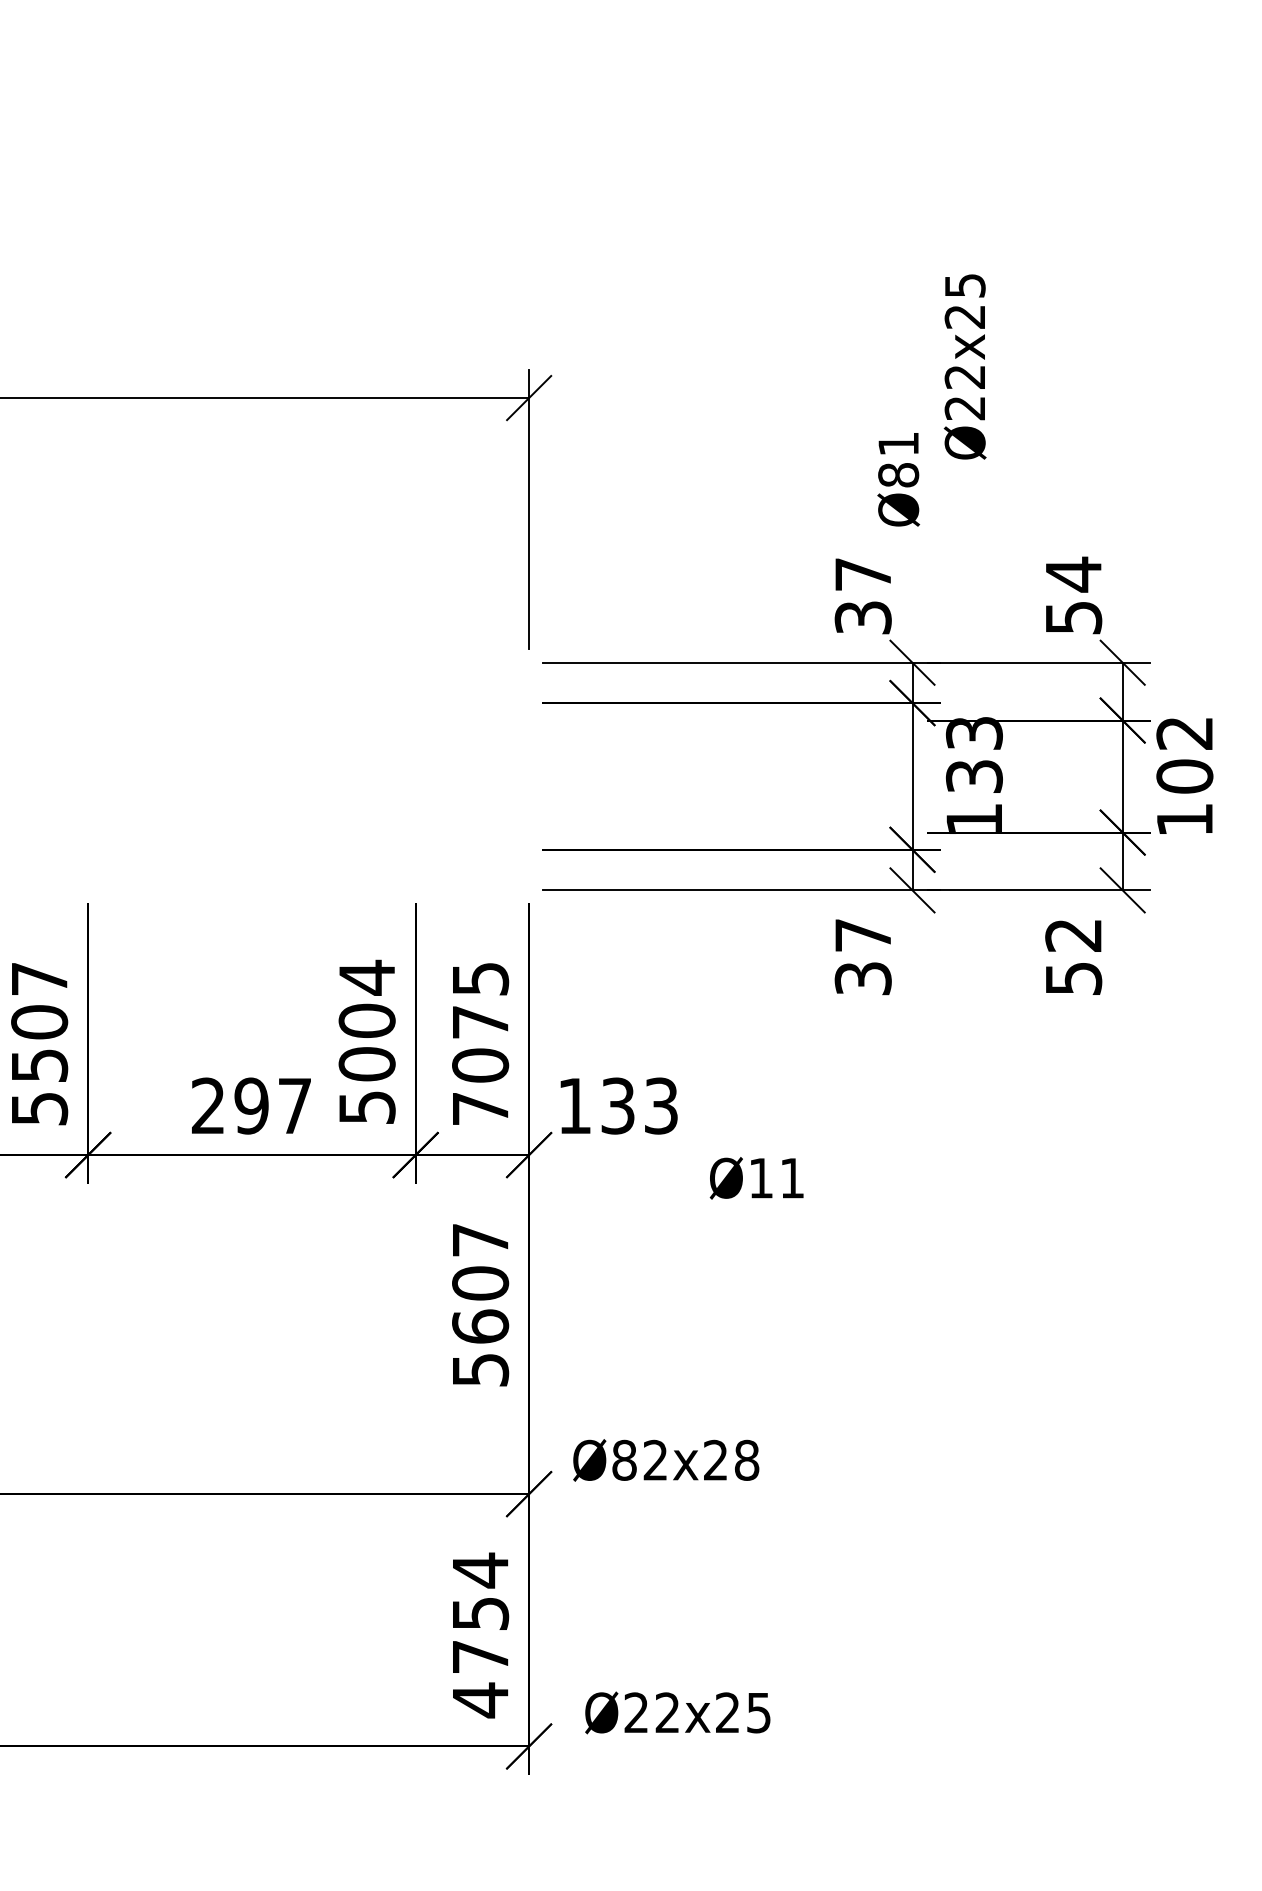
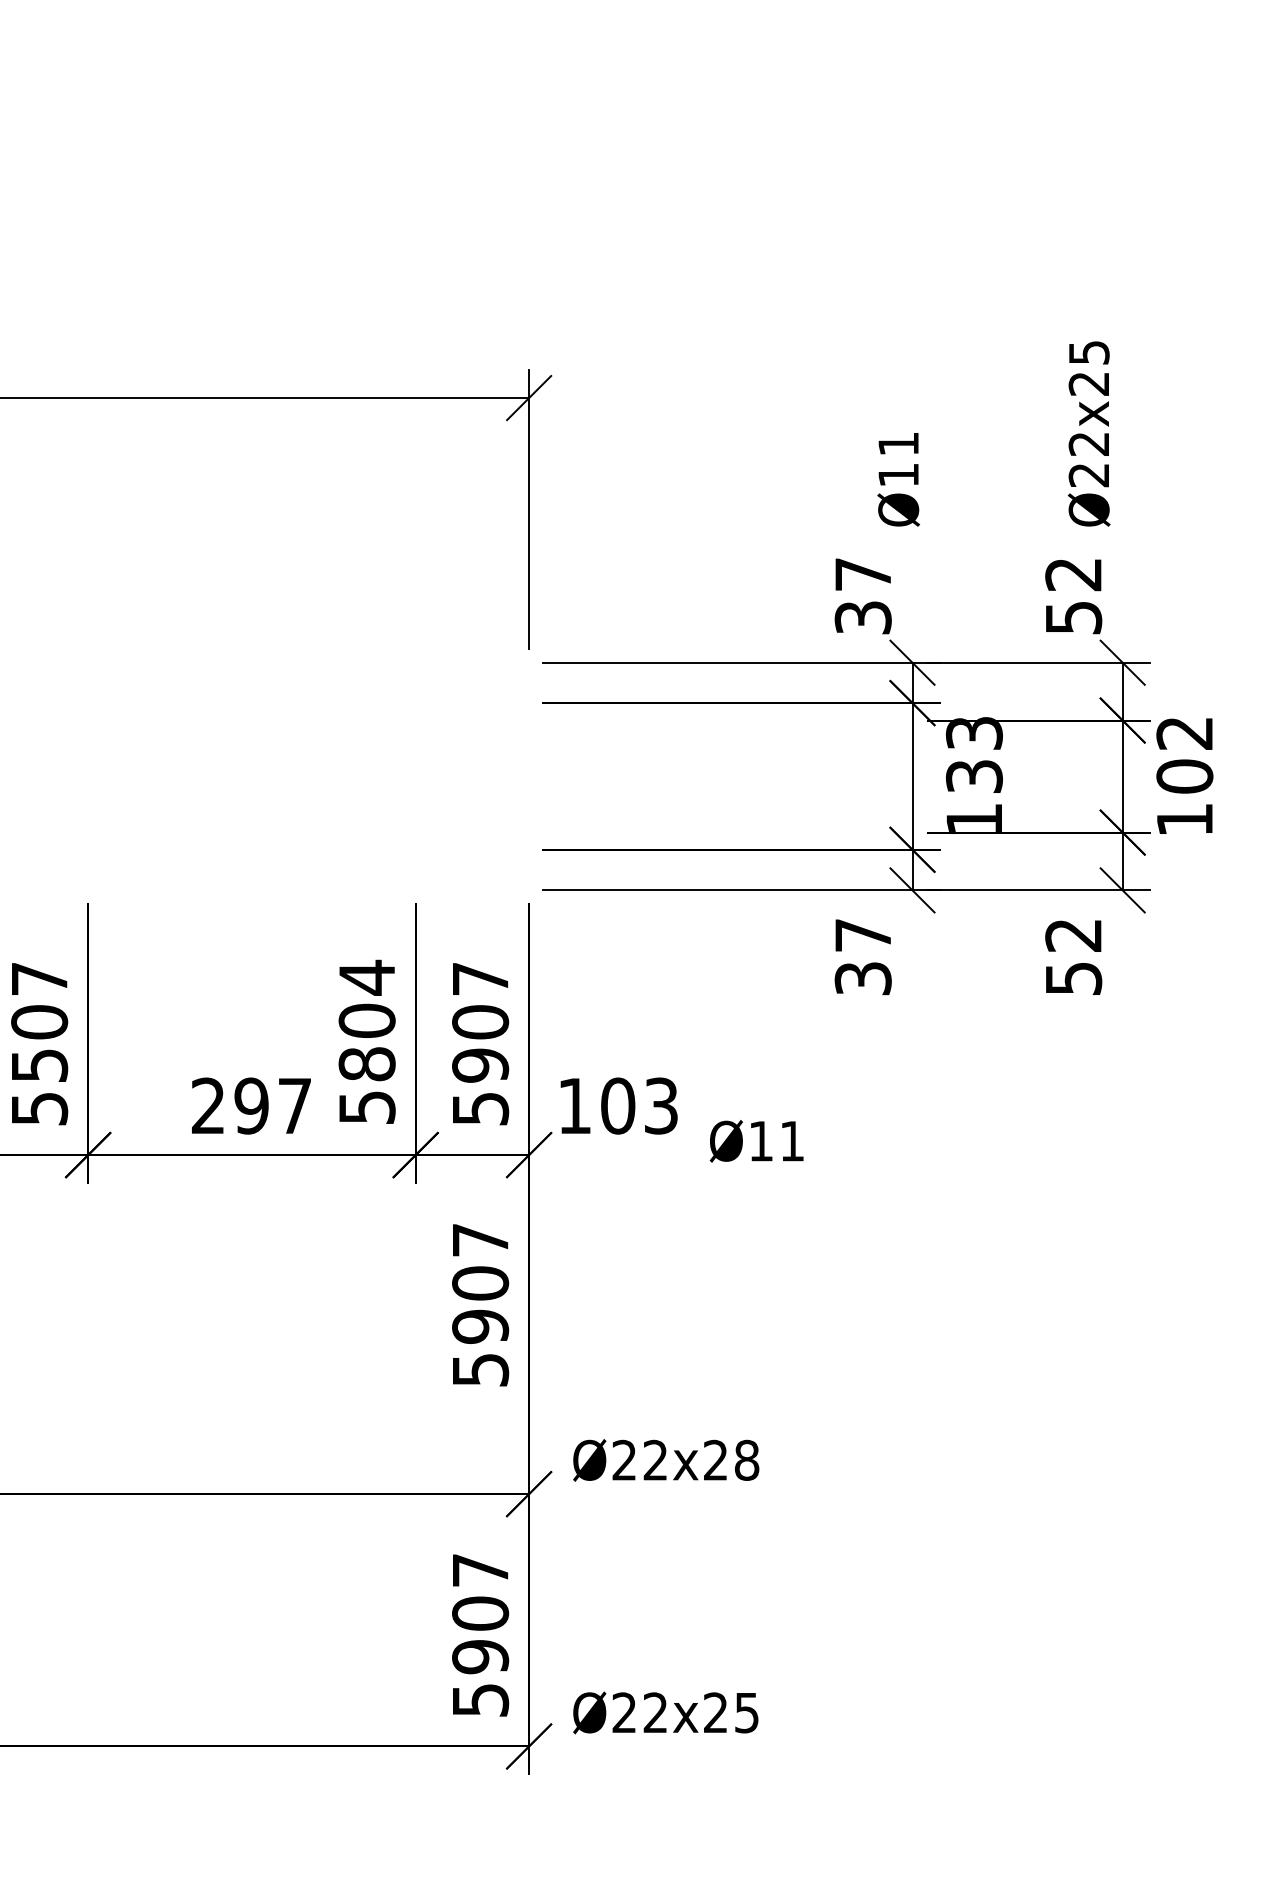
text at (964, 366) position: (964, 366) -> (1088, 433)
text at (898, 475): Ø81 -> Ø11
text at (1073, 574): 54 -> 52
text at (480, 1044): 7075 -> 5907
text at (366, 1064): 5004 -> 5804
text at (618, 1105): 133 -> 103
text at (756, 1178) position: (756, 1178) -> (756, 1141)
text at (480, 1326): 5607 -> 5907
text at (624, 1459): Ø82x28 -> Ø22x28
text at (480, 1635): 4754 -> 5907
text at (677, 1712) position: (677, 1712) -> (665, 1712)
